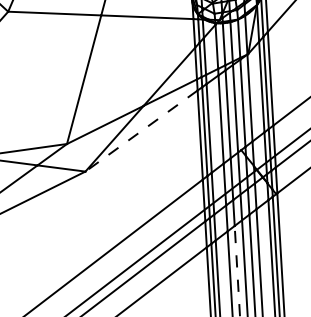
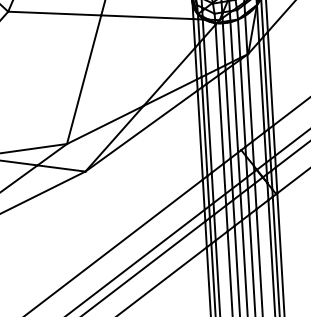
line at (141, 131): dashed -> solid
line at (237, 270): dashed -> solid
